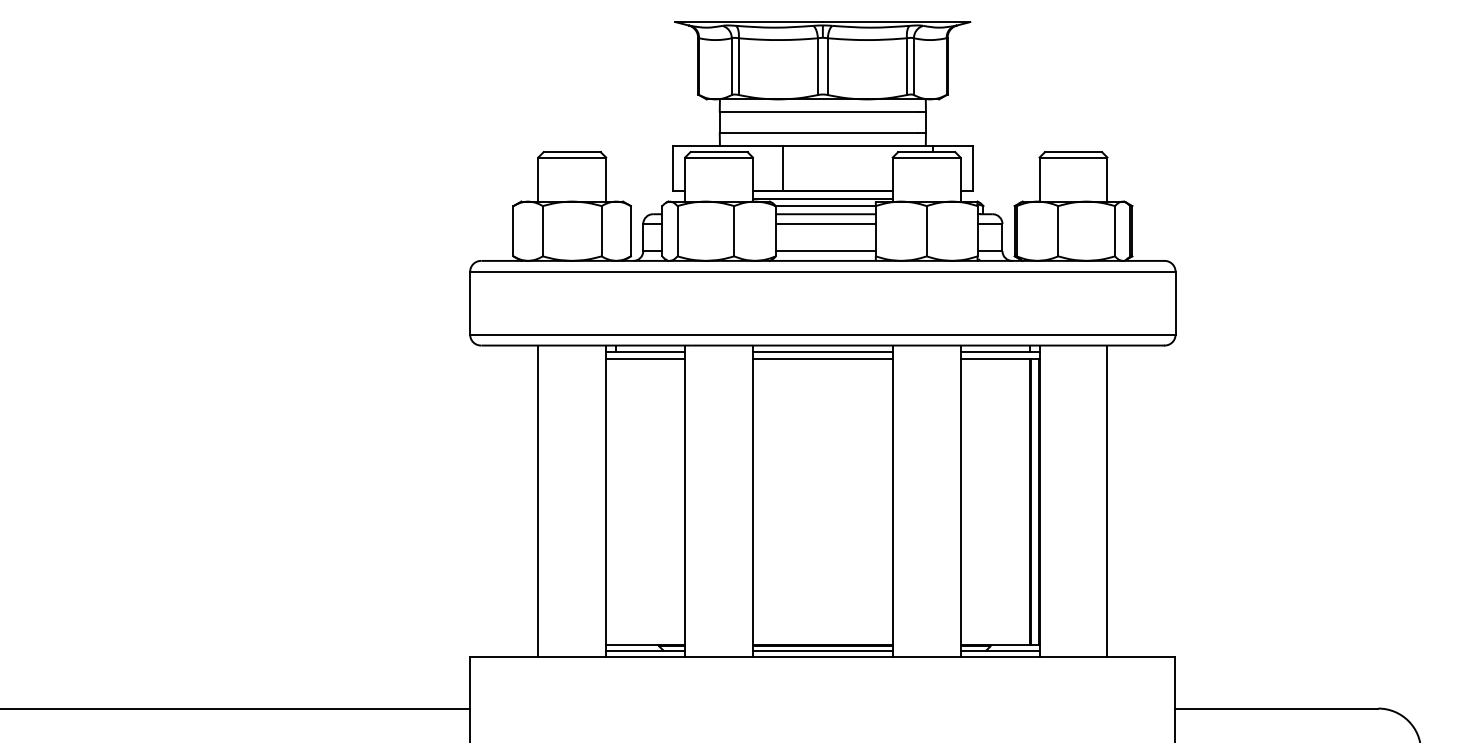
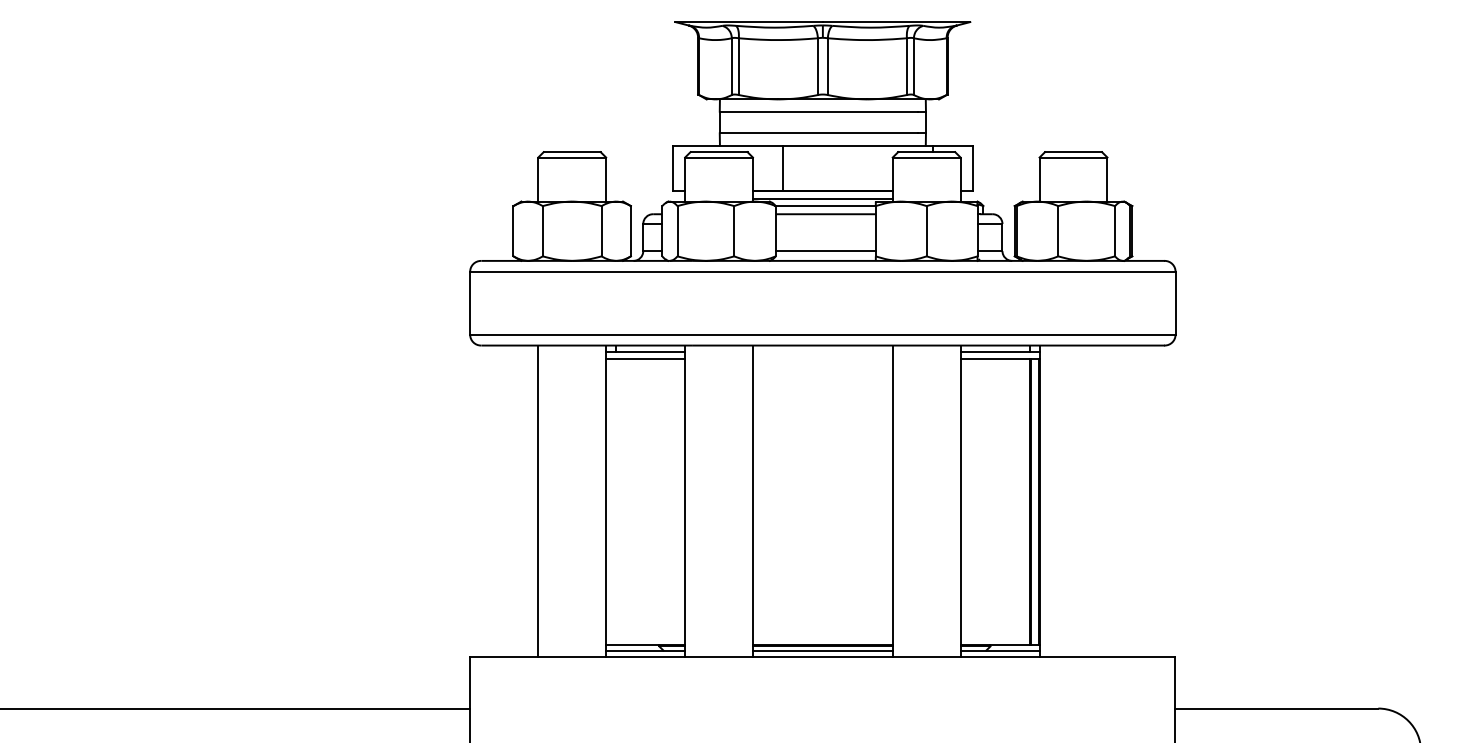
line at (825, 224): present -> none
line at (822, 352): present -> none
line at (822, 359): present -> none
line at (1107, 501): present -> none
